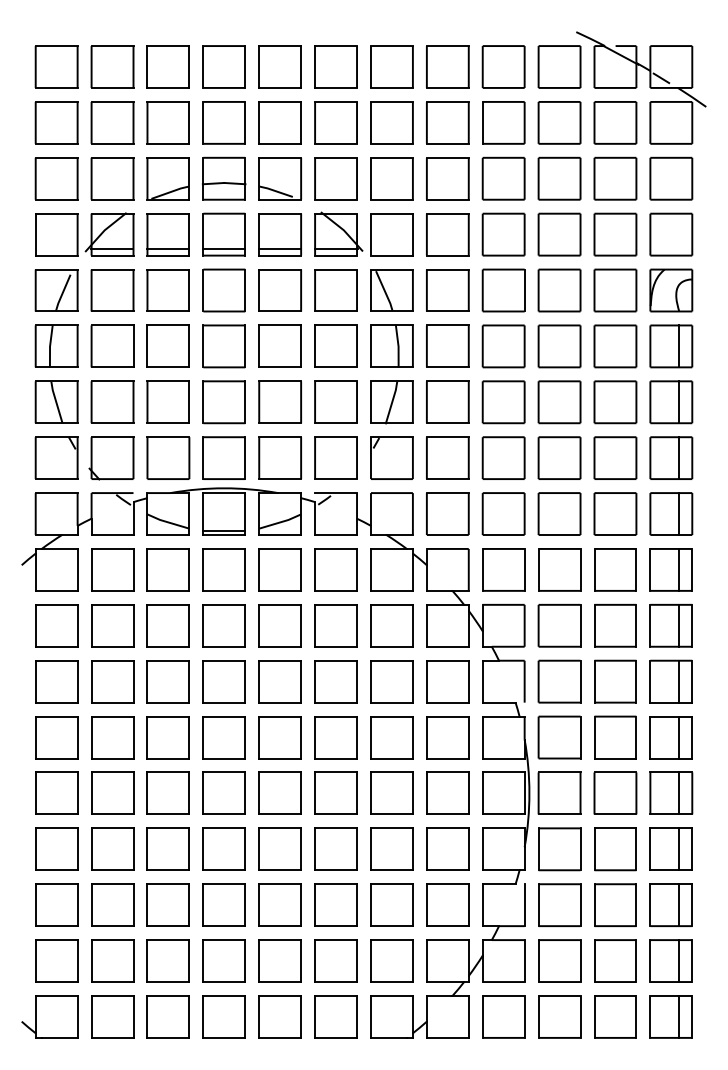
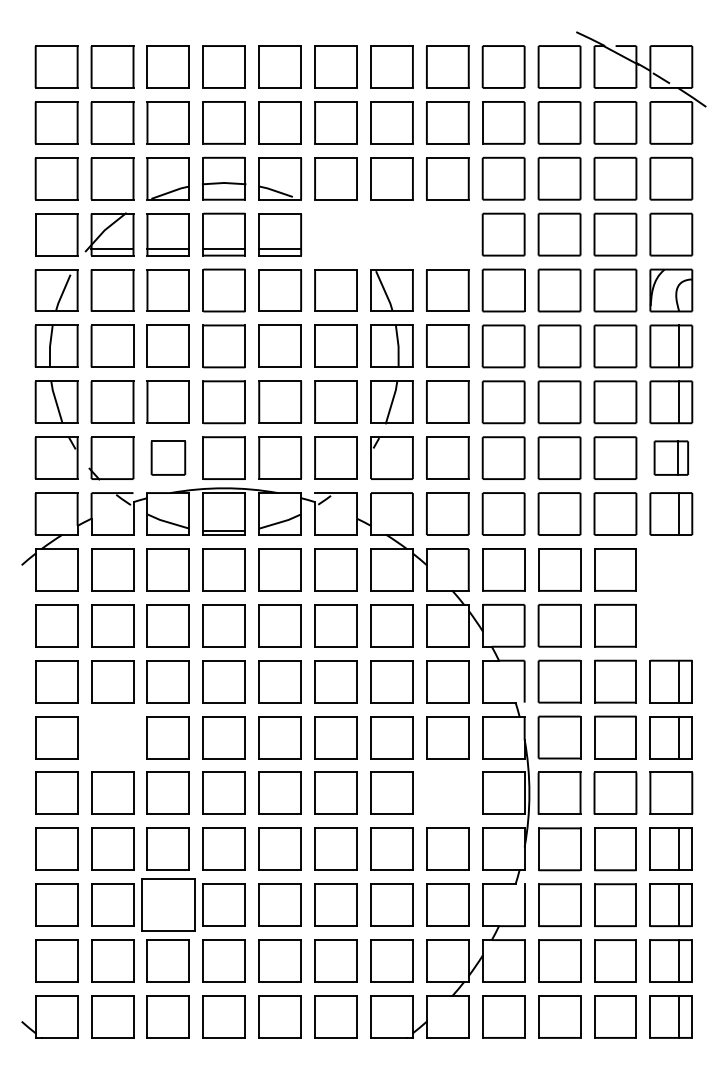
part at (363, 233): present -> none
part at (447, 234): present -> none
part at (168, 457) size: 45x44 px -> 37x36 px
part at (671, 457) size: 45x44 px -> 36x36 px
part at (670, 569): present -> none
part at (670, 625): present -> none
part at (112, 737): present -> none
part at (447, 792): present -> none
line at (679, 793): present -> none
part at (167, 904) size: 44x44 px -> 55x54 px
